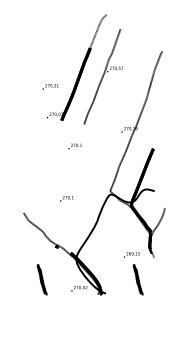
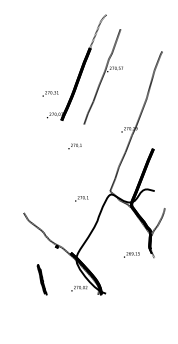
text at (50, 86) position: (50, 86) -> (50, 93)
text at (66, 198) position: (66, 198) -> (81, 198)
curve at (137, 279): present -> none
